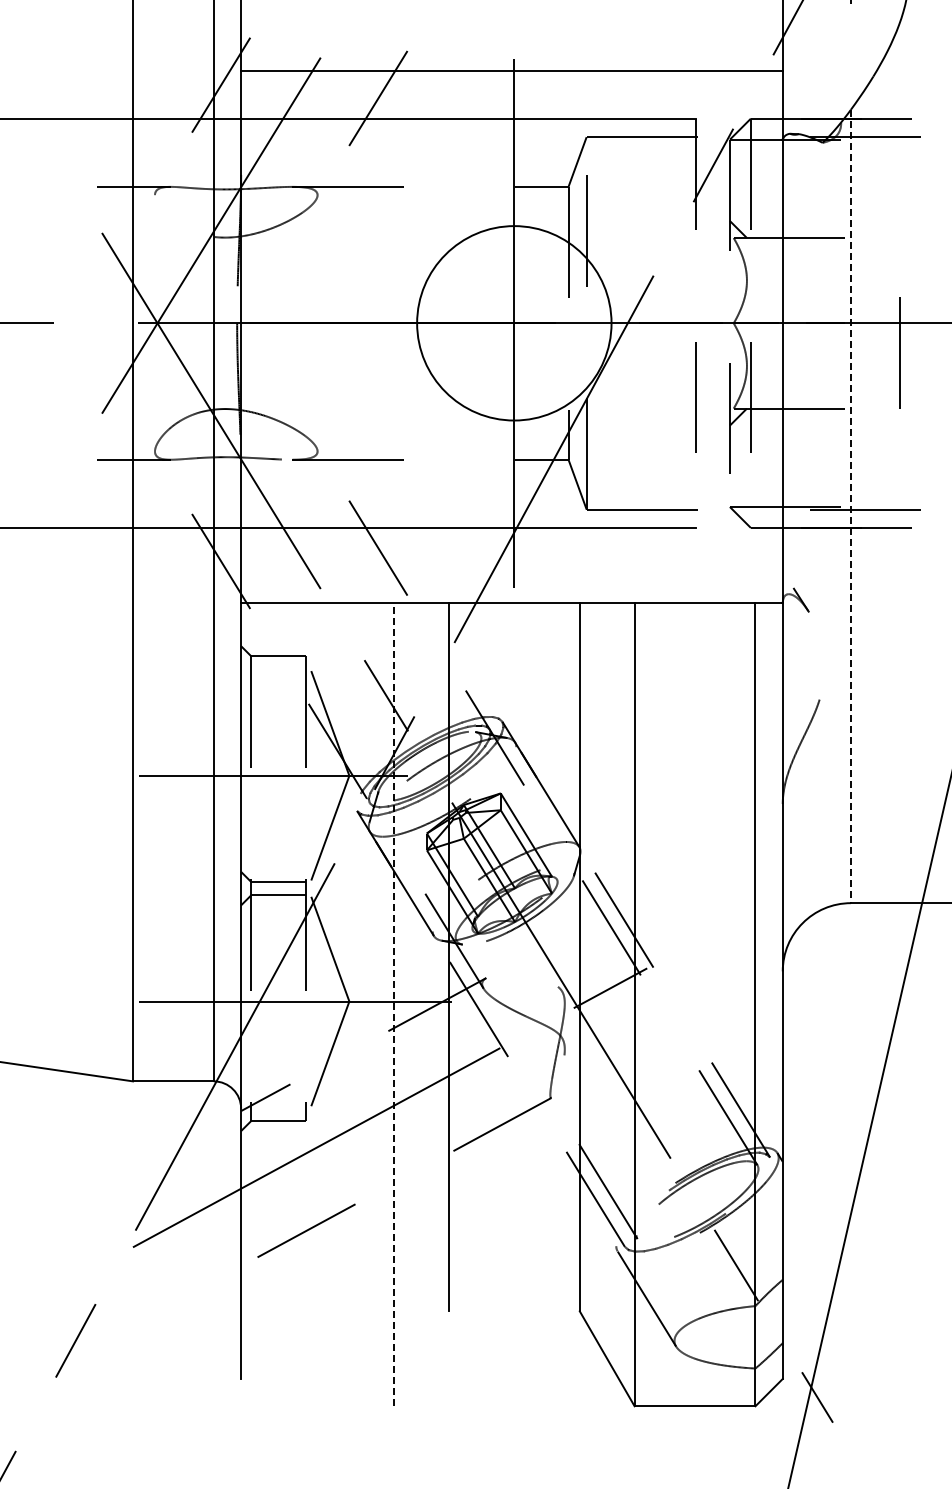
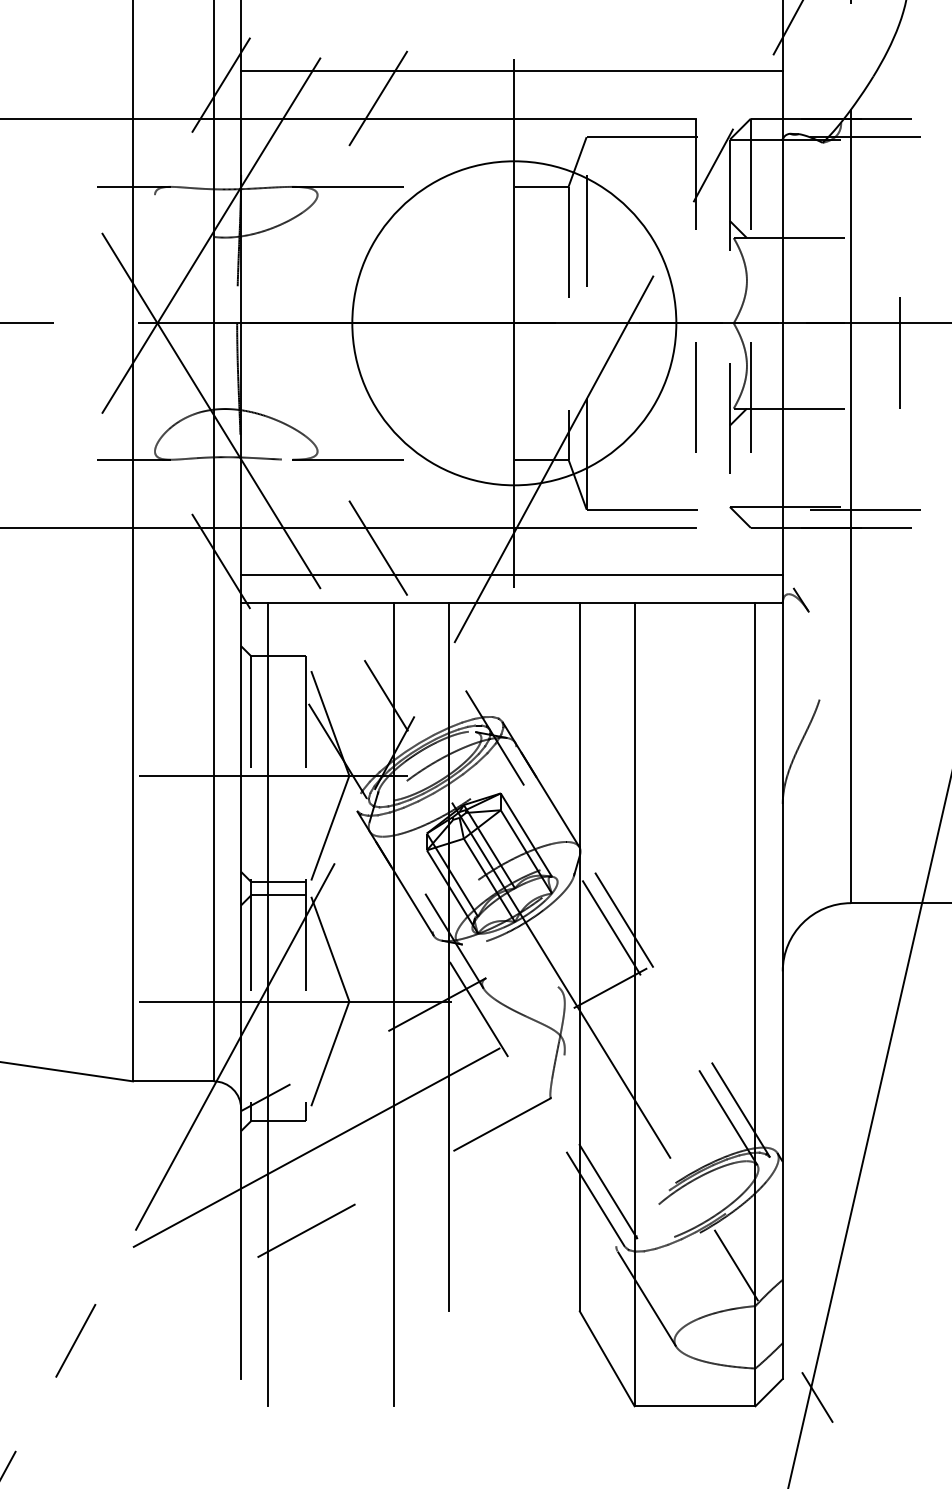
circle at (514, 323) diameter: 194 px -> 324 px
line at (850, 506): dashed -> solid
line at (511, 575): none -> present
line at (268, 1004): none -> present
line at (394, 1004): dashed -> solid
